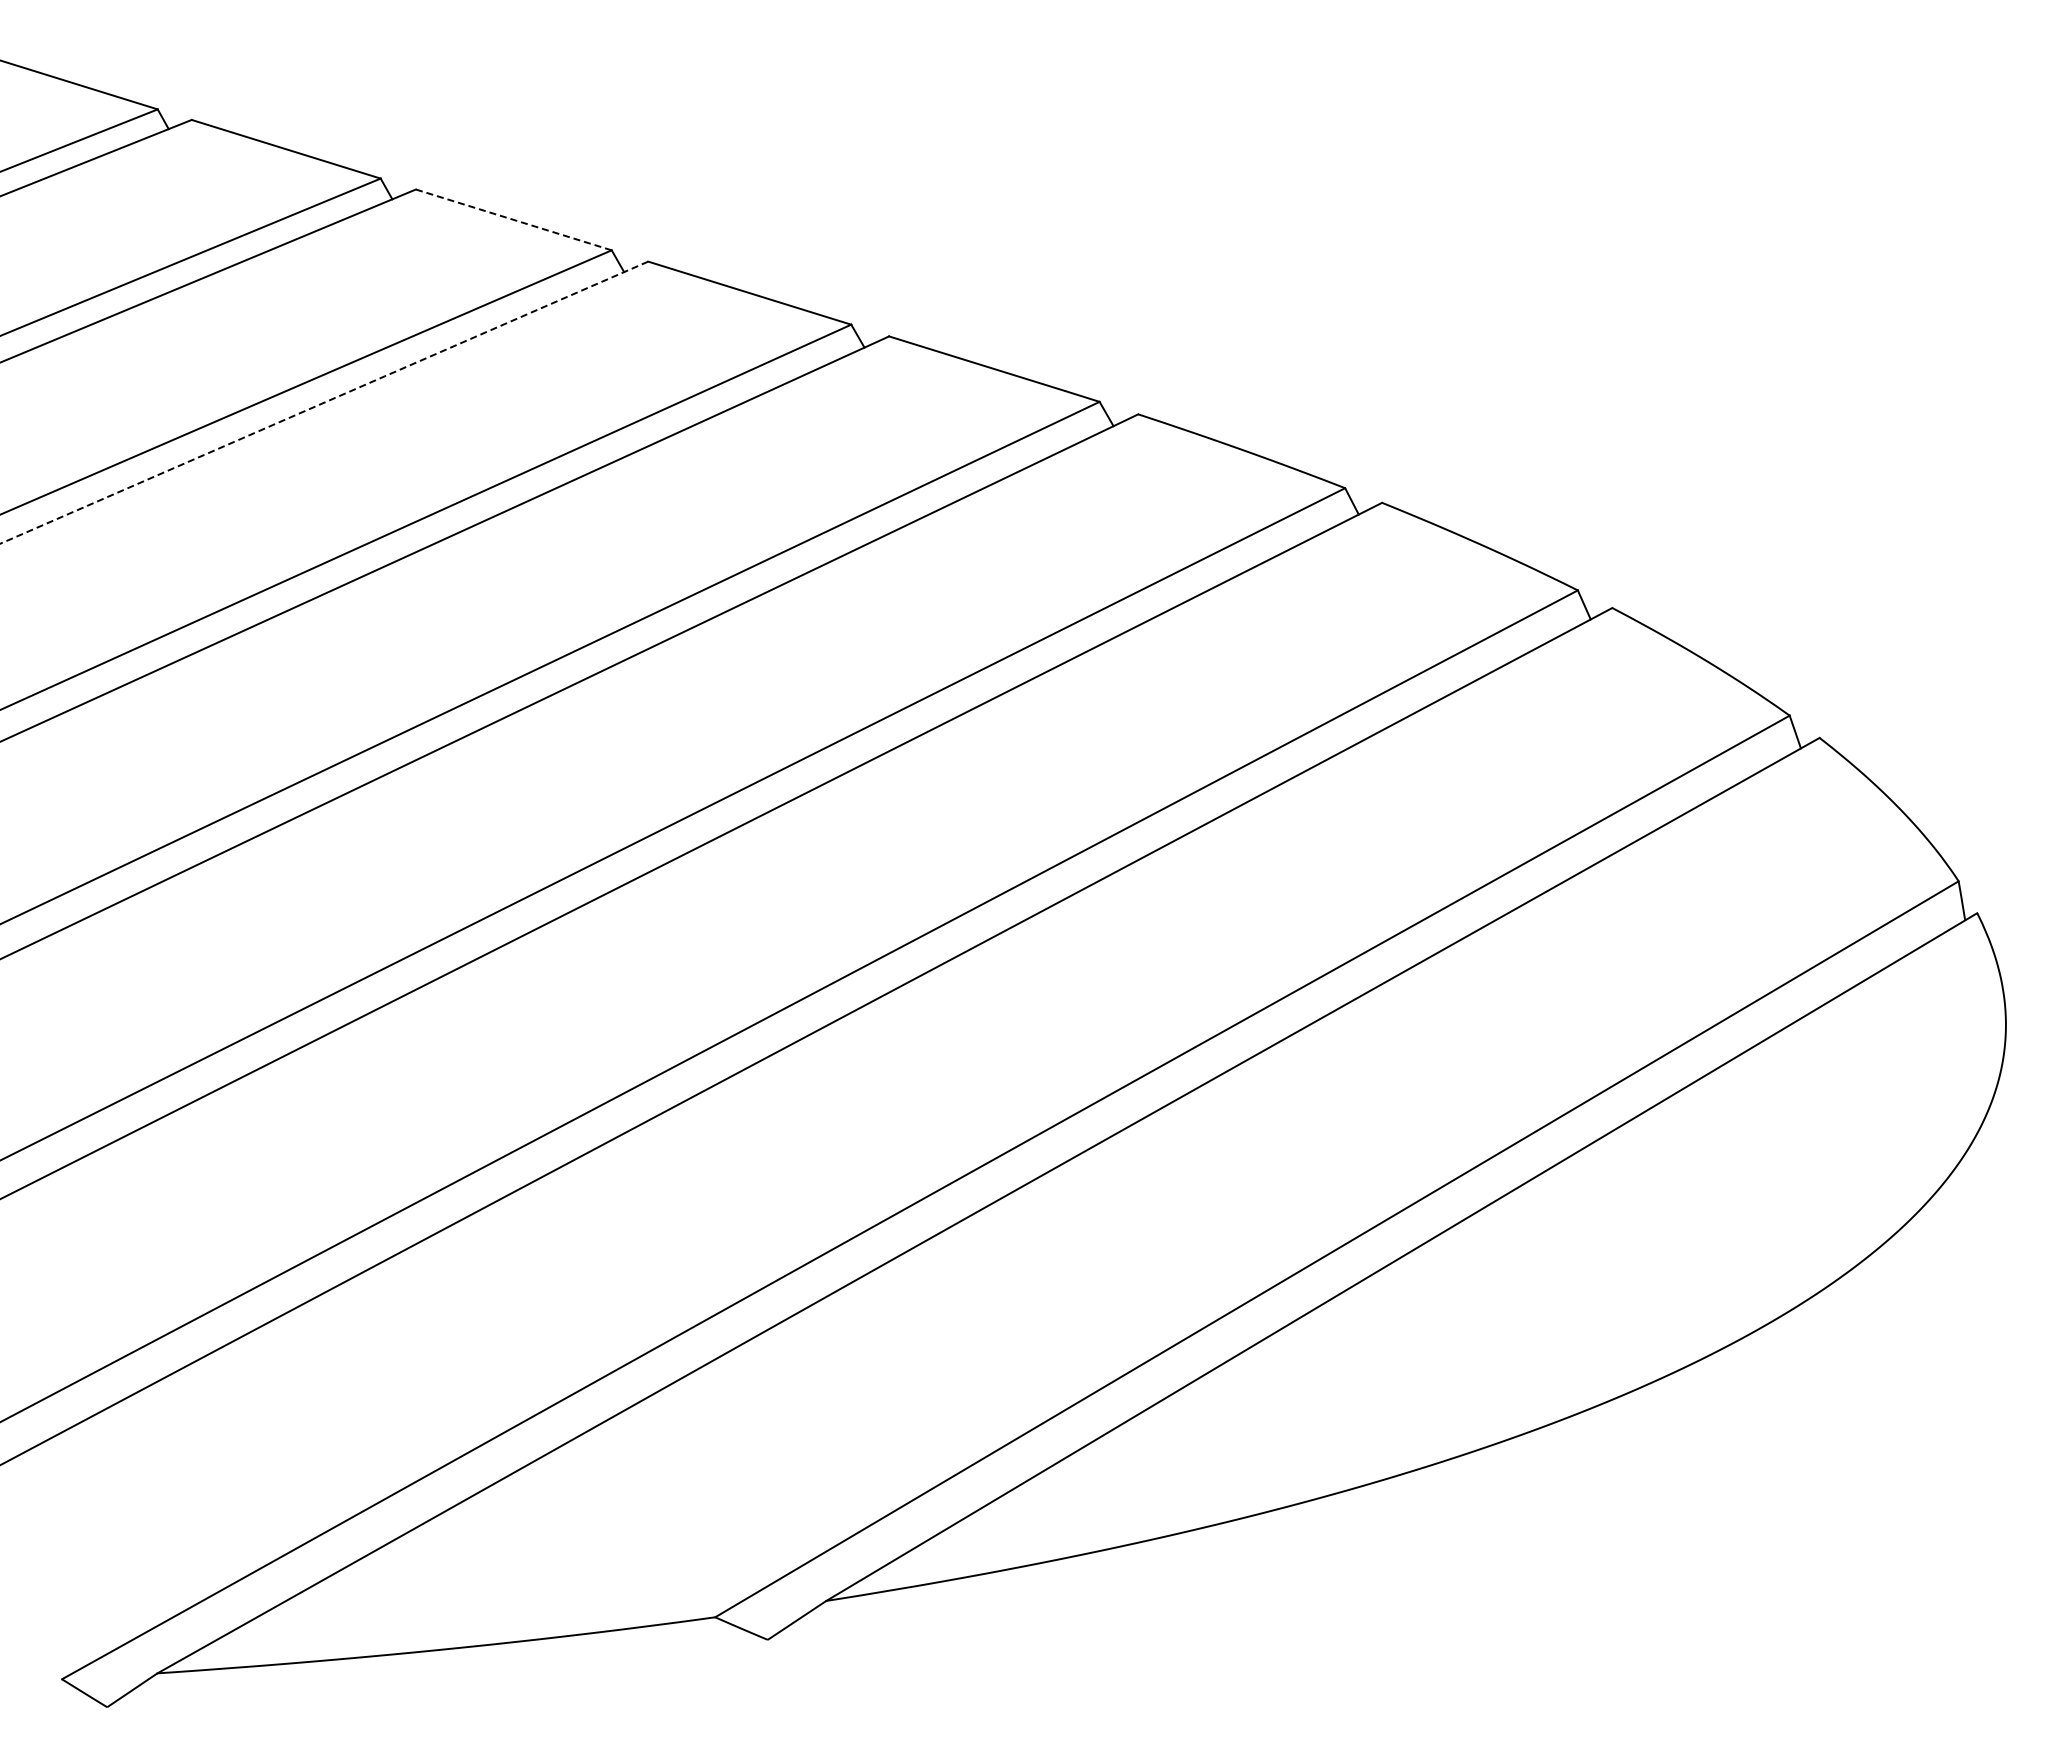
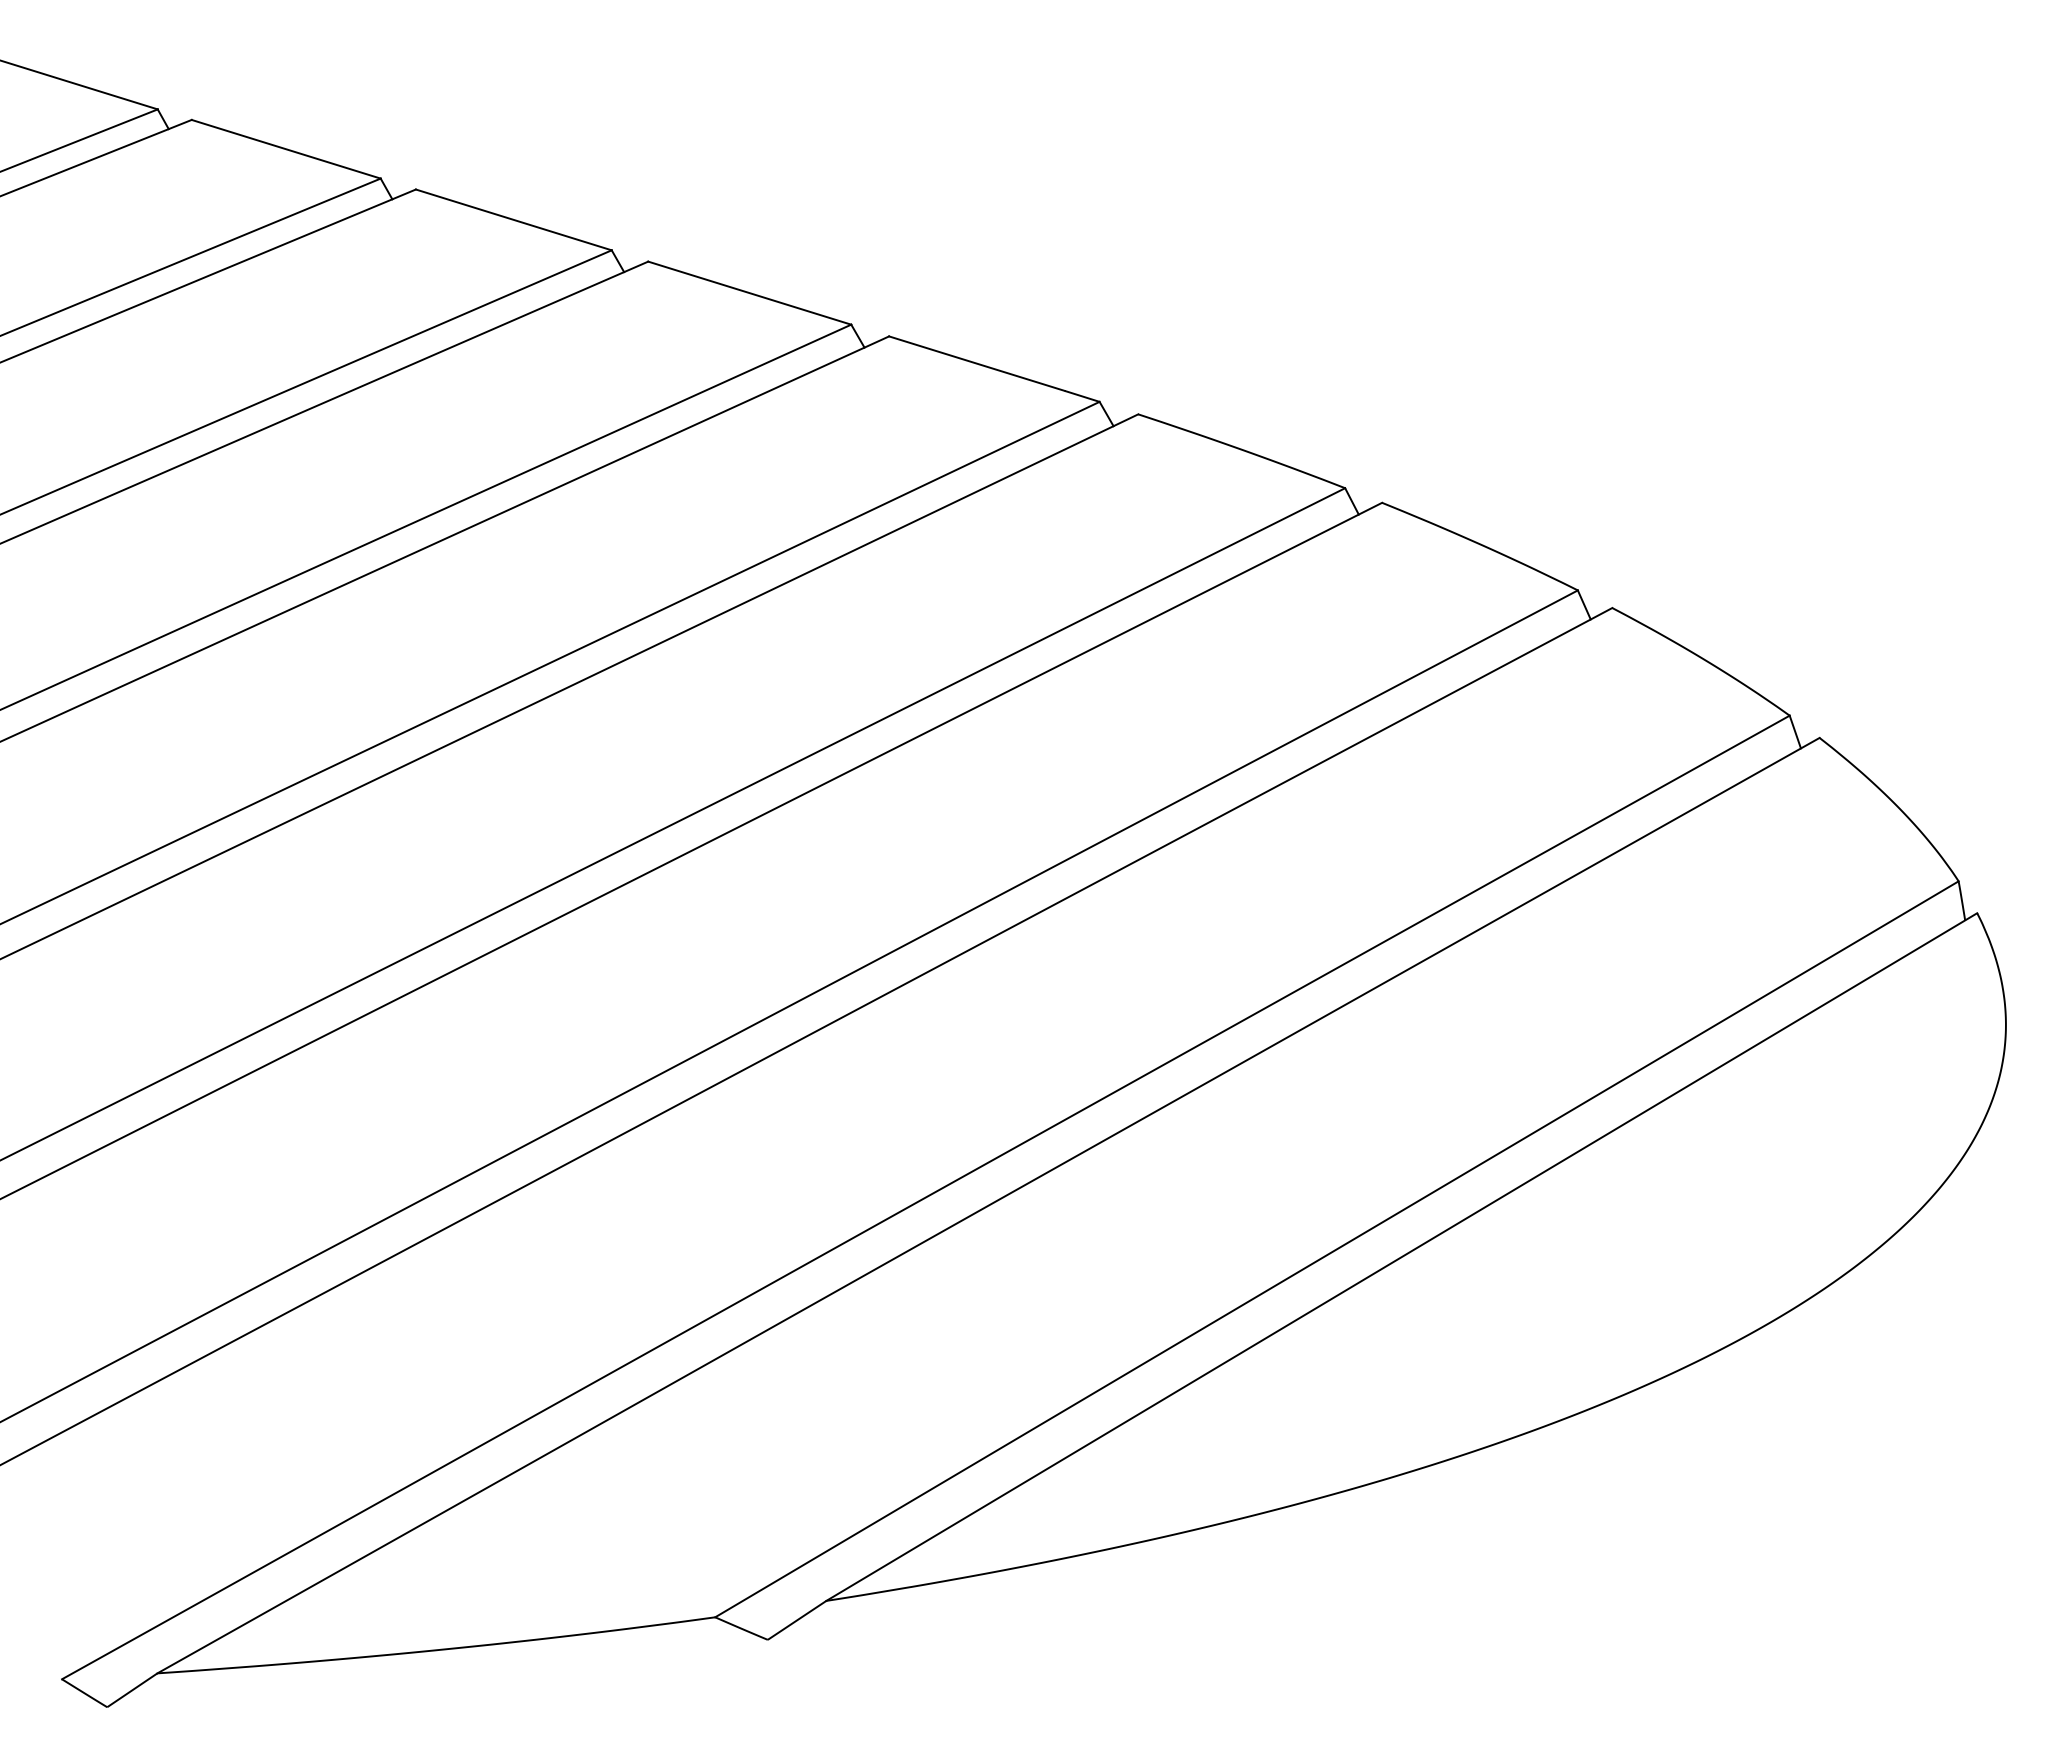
line at (513, 219): dashed -> solid
line at (323, 402): dashed -> solid
